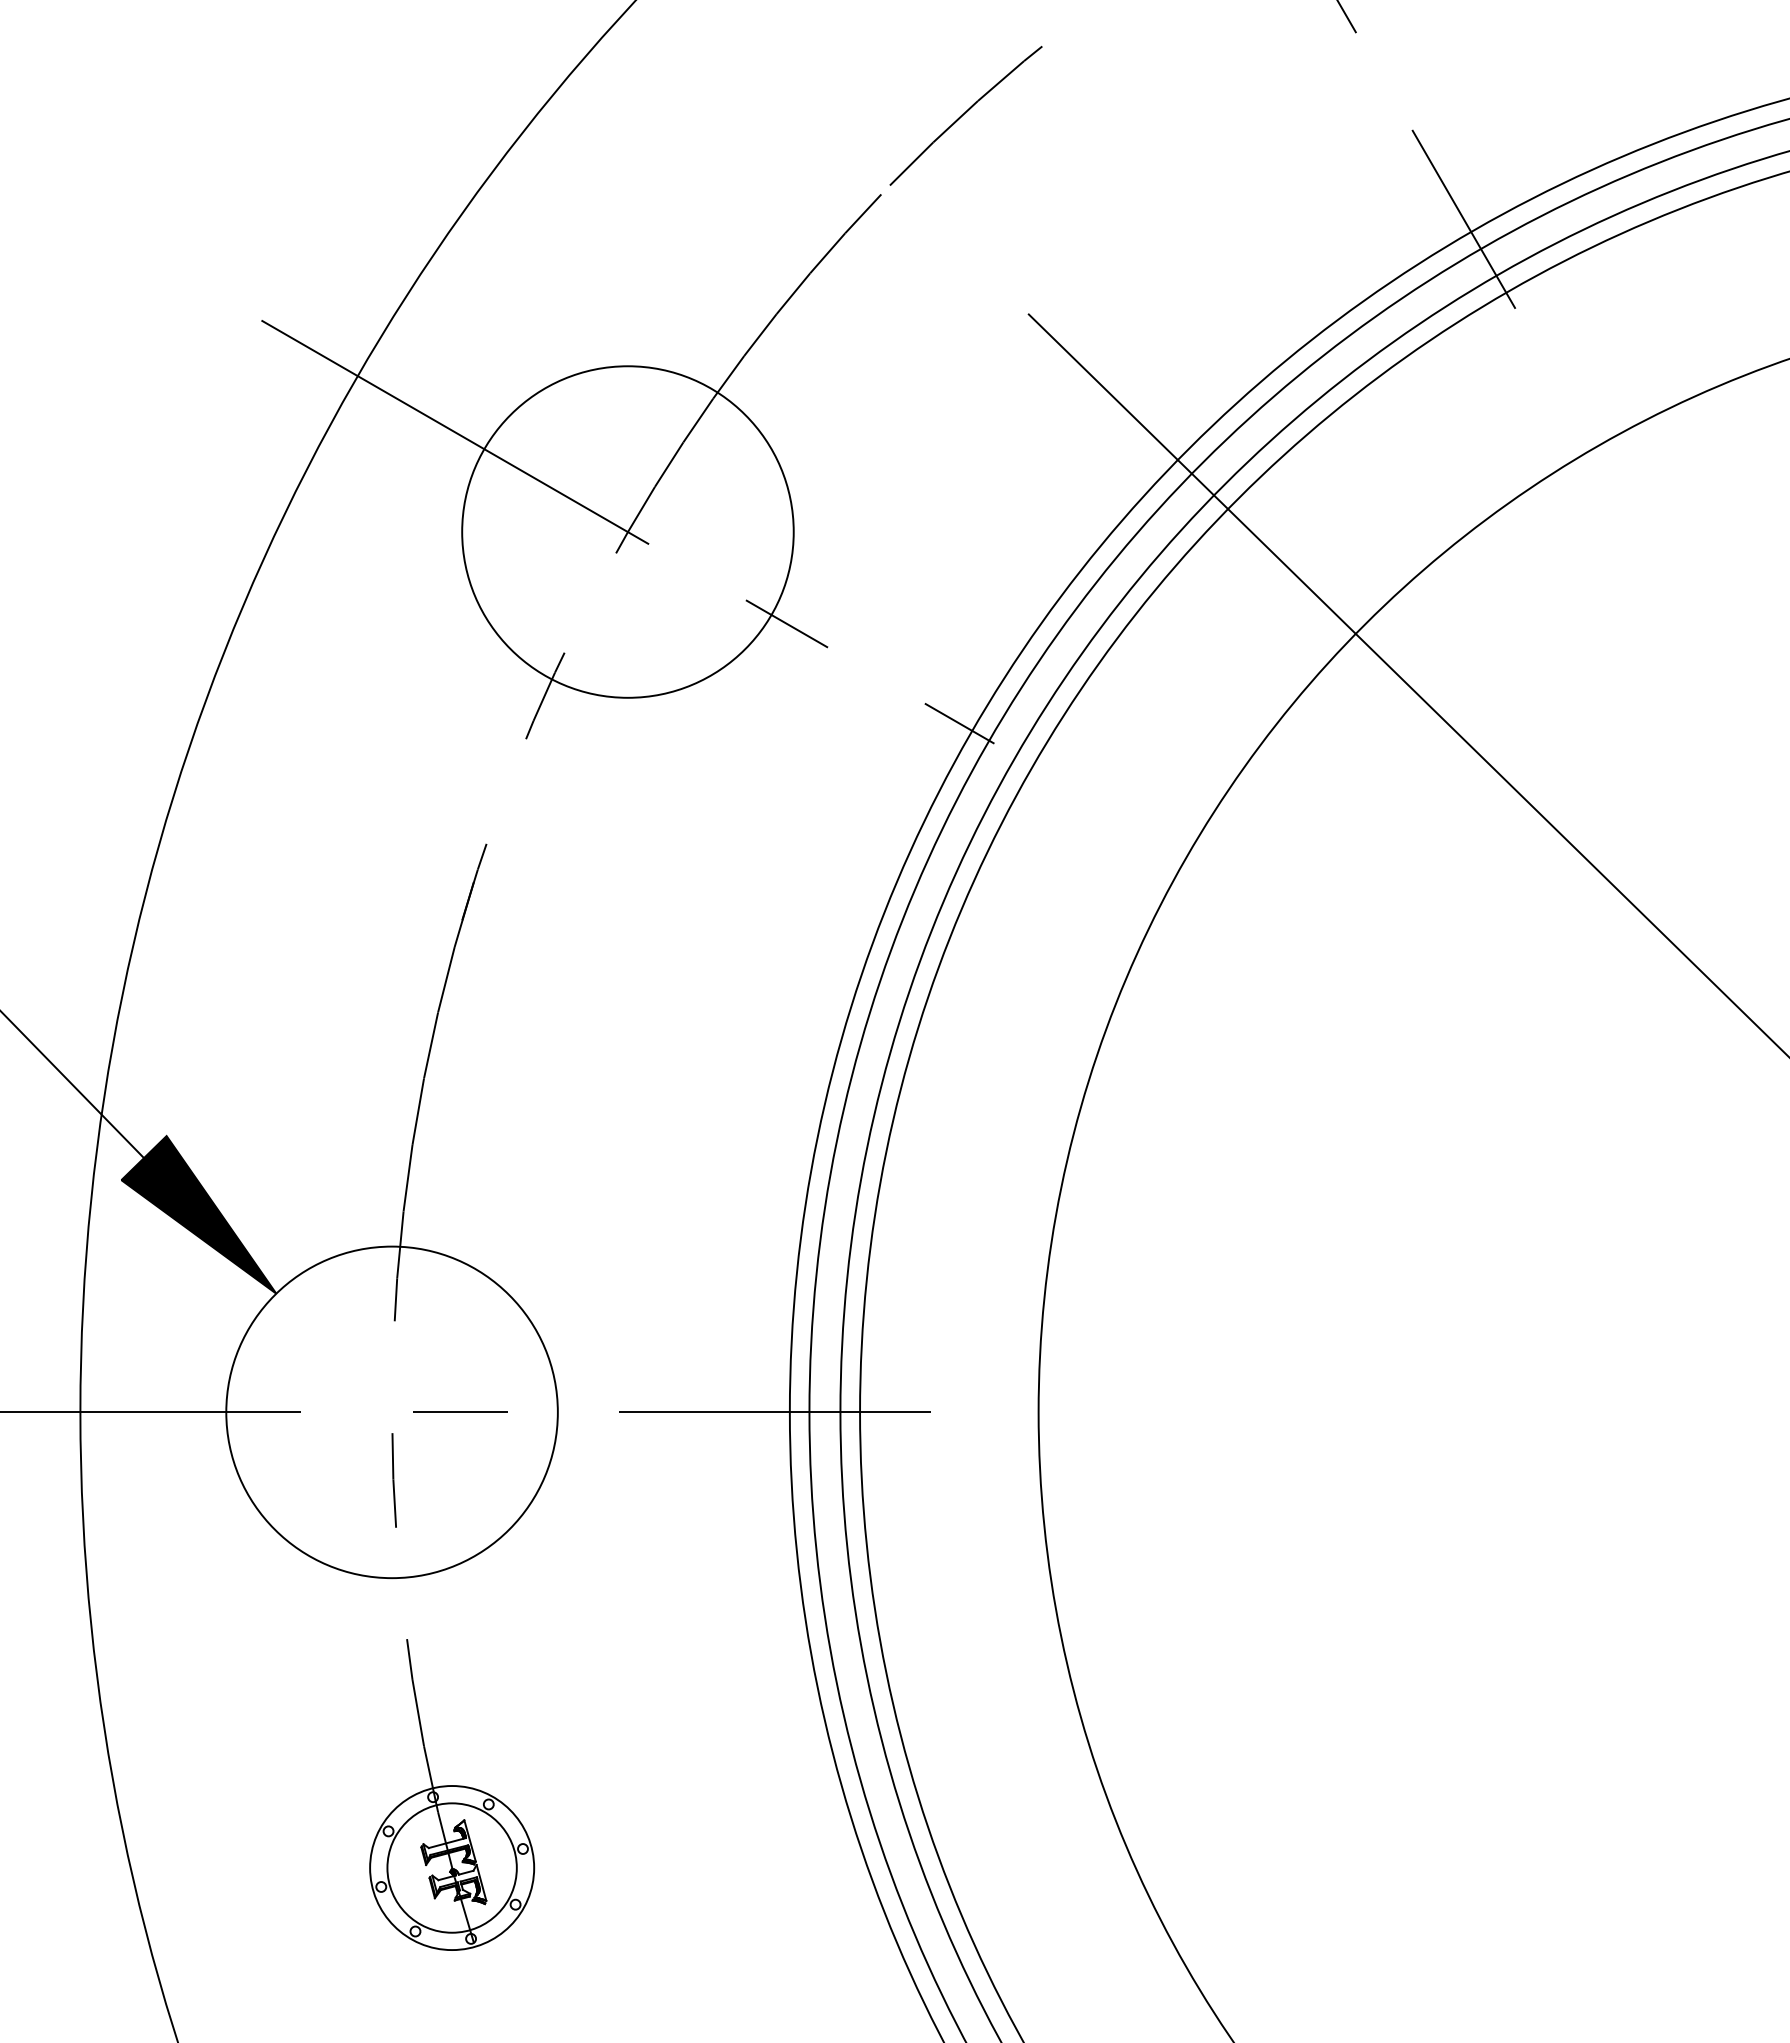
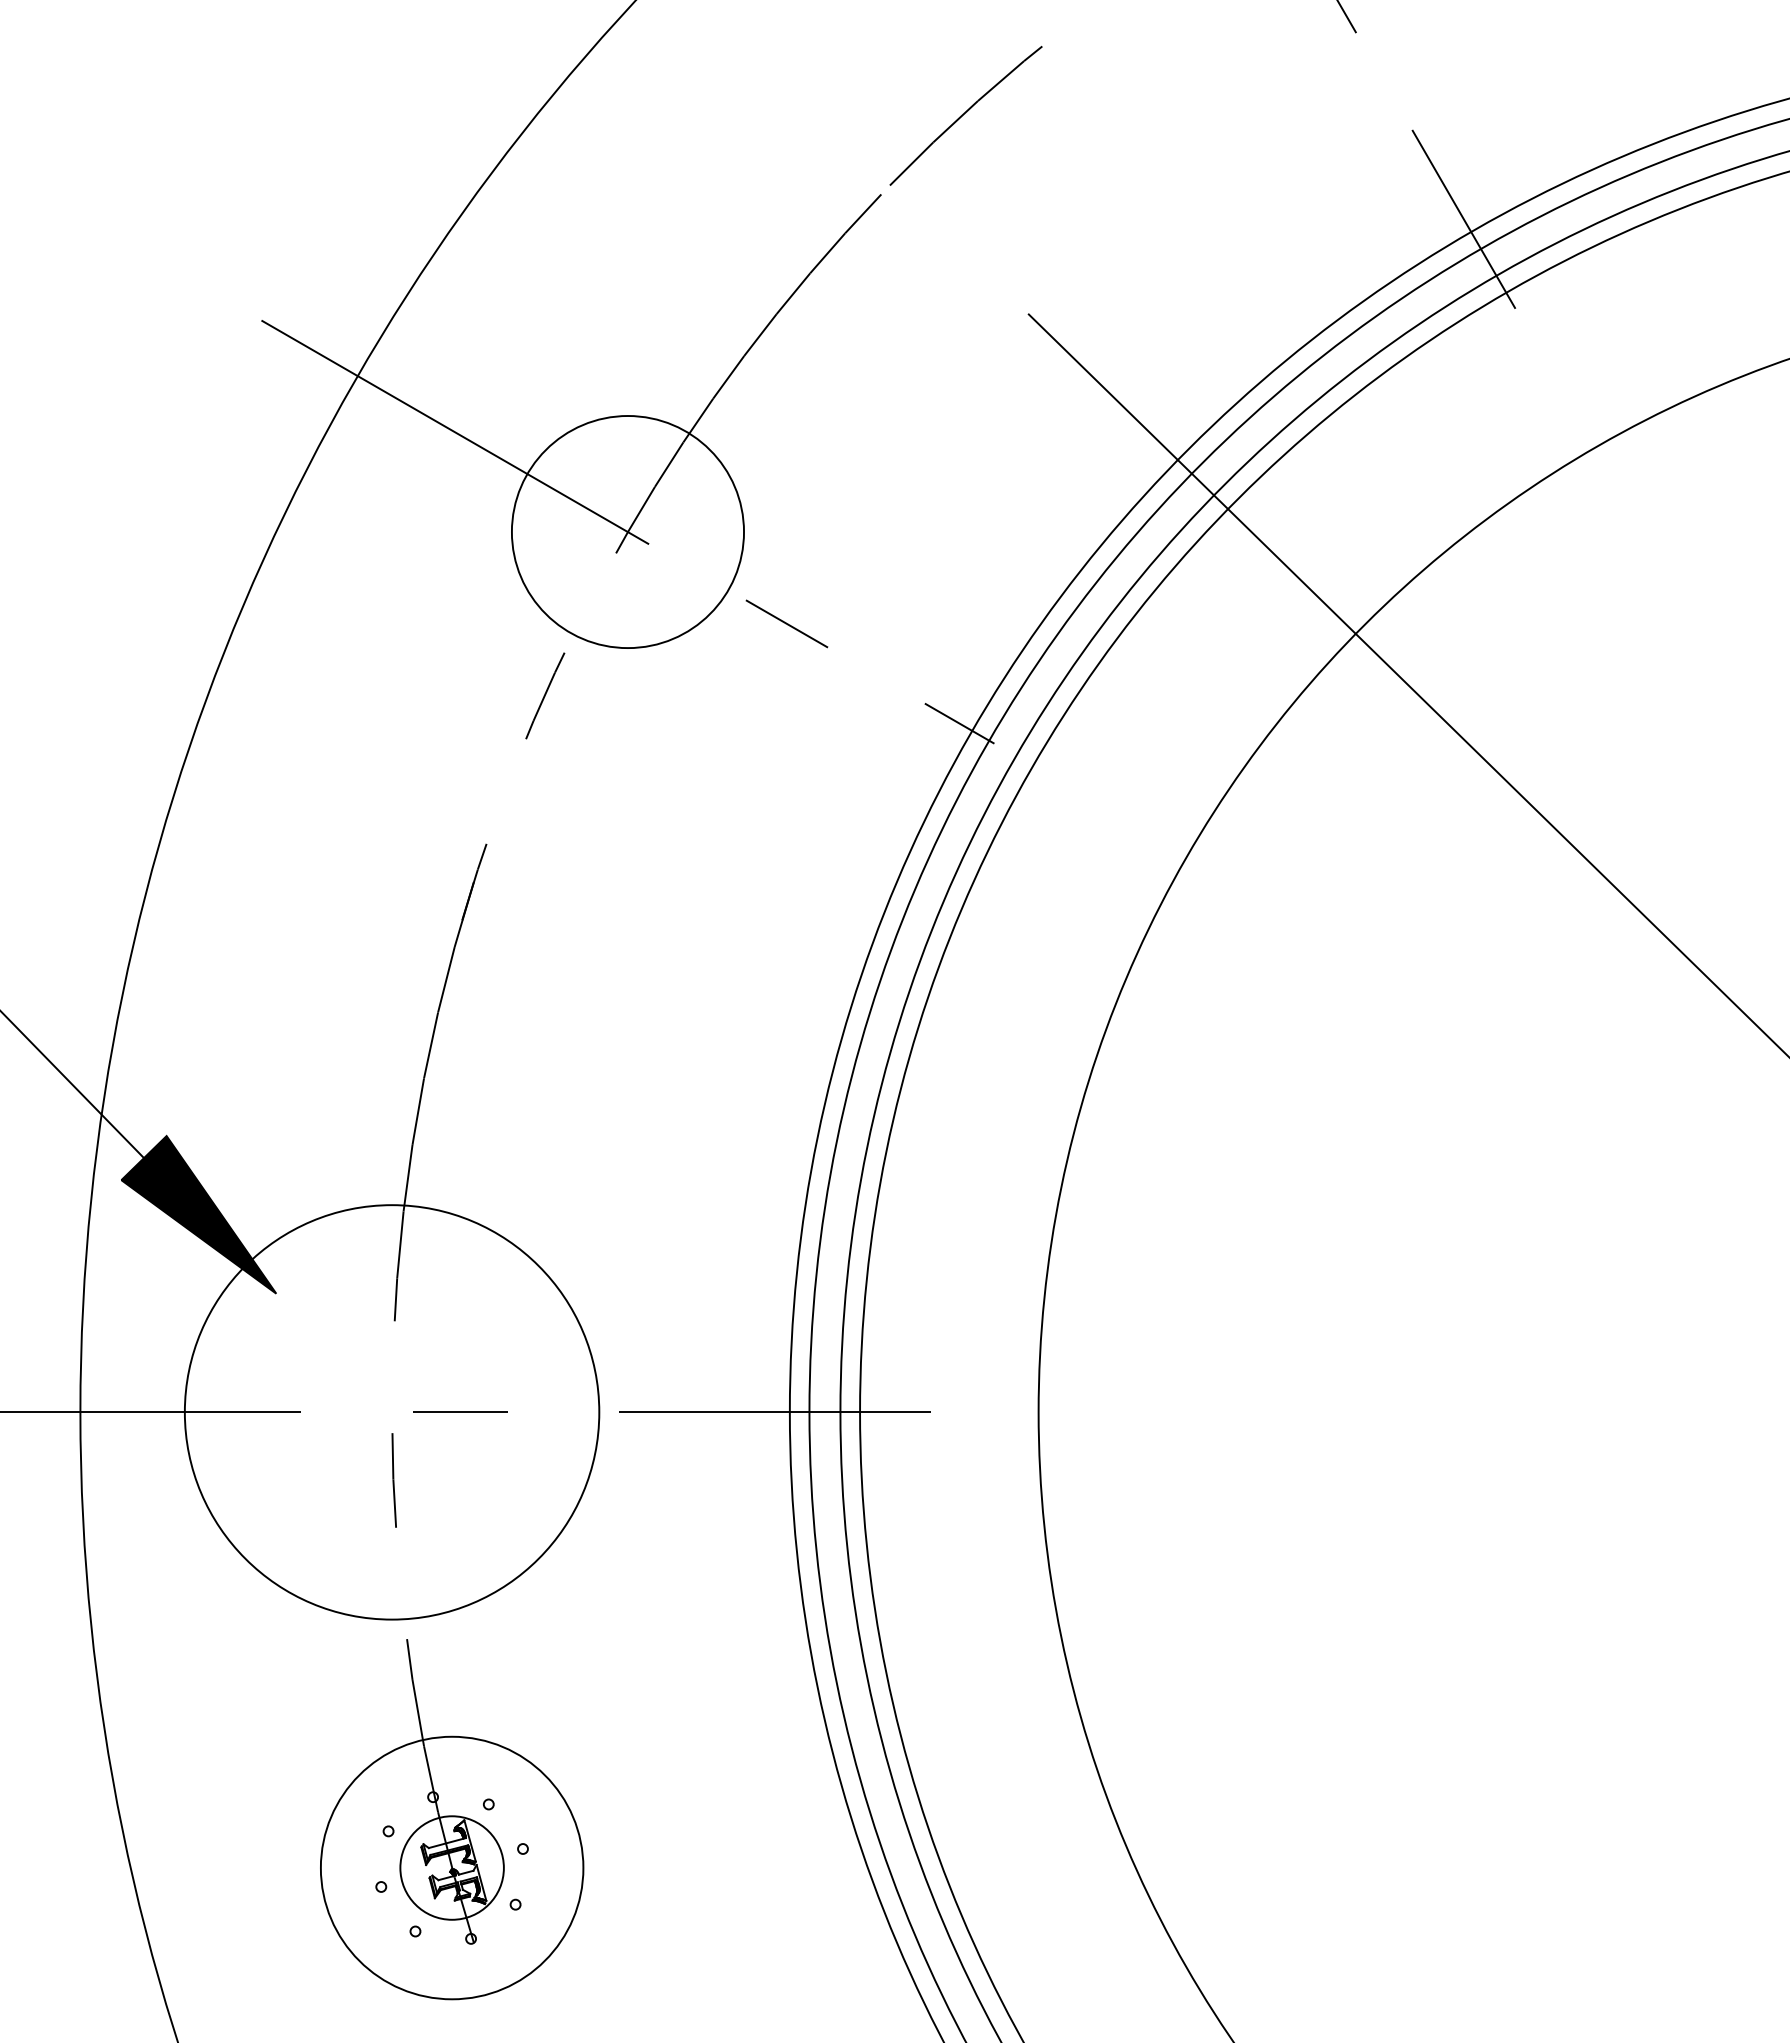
circle at (627, 531) diameter: 332 px -> 232 px
circle at (391, 1412) diameter: 332 px -> 414 px
circle at (451, 1867) diameter: 129 px -> 104 px
circle at (452, 1868) diameter: 164 px -> 263 px
